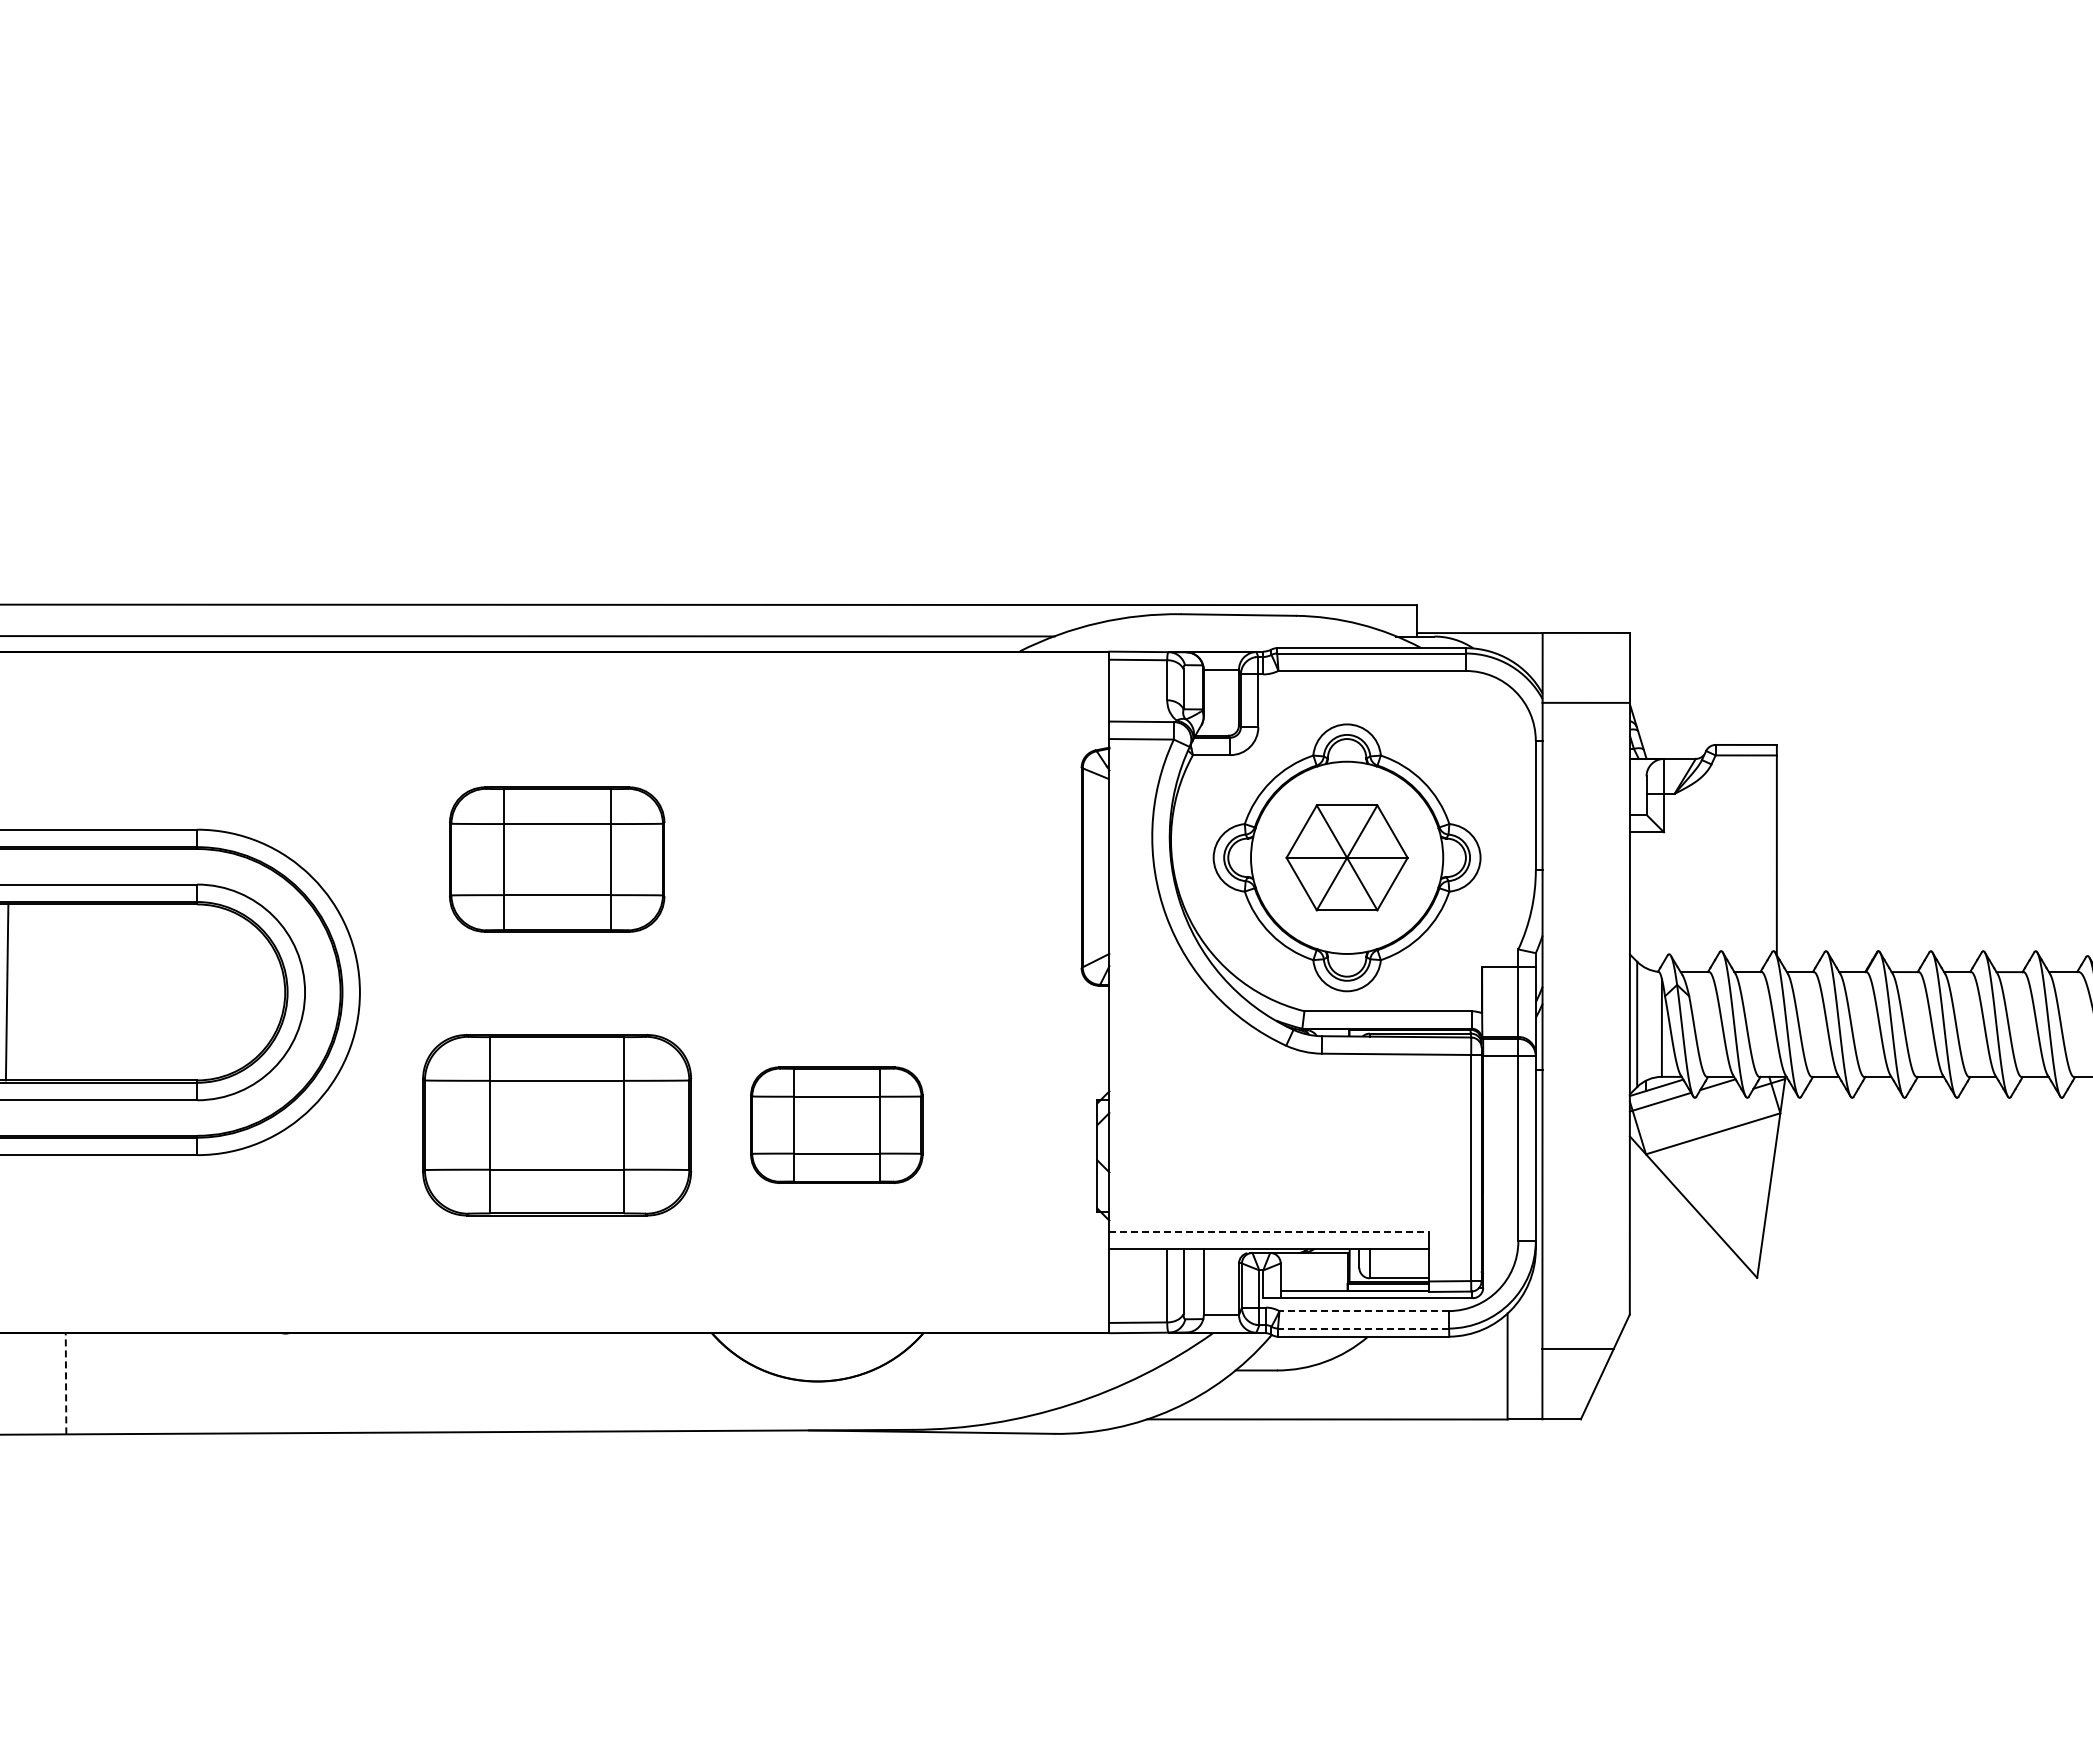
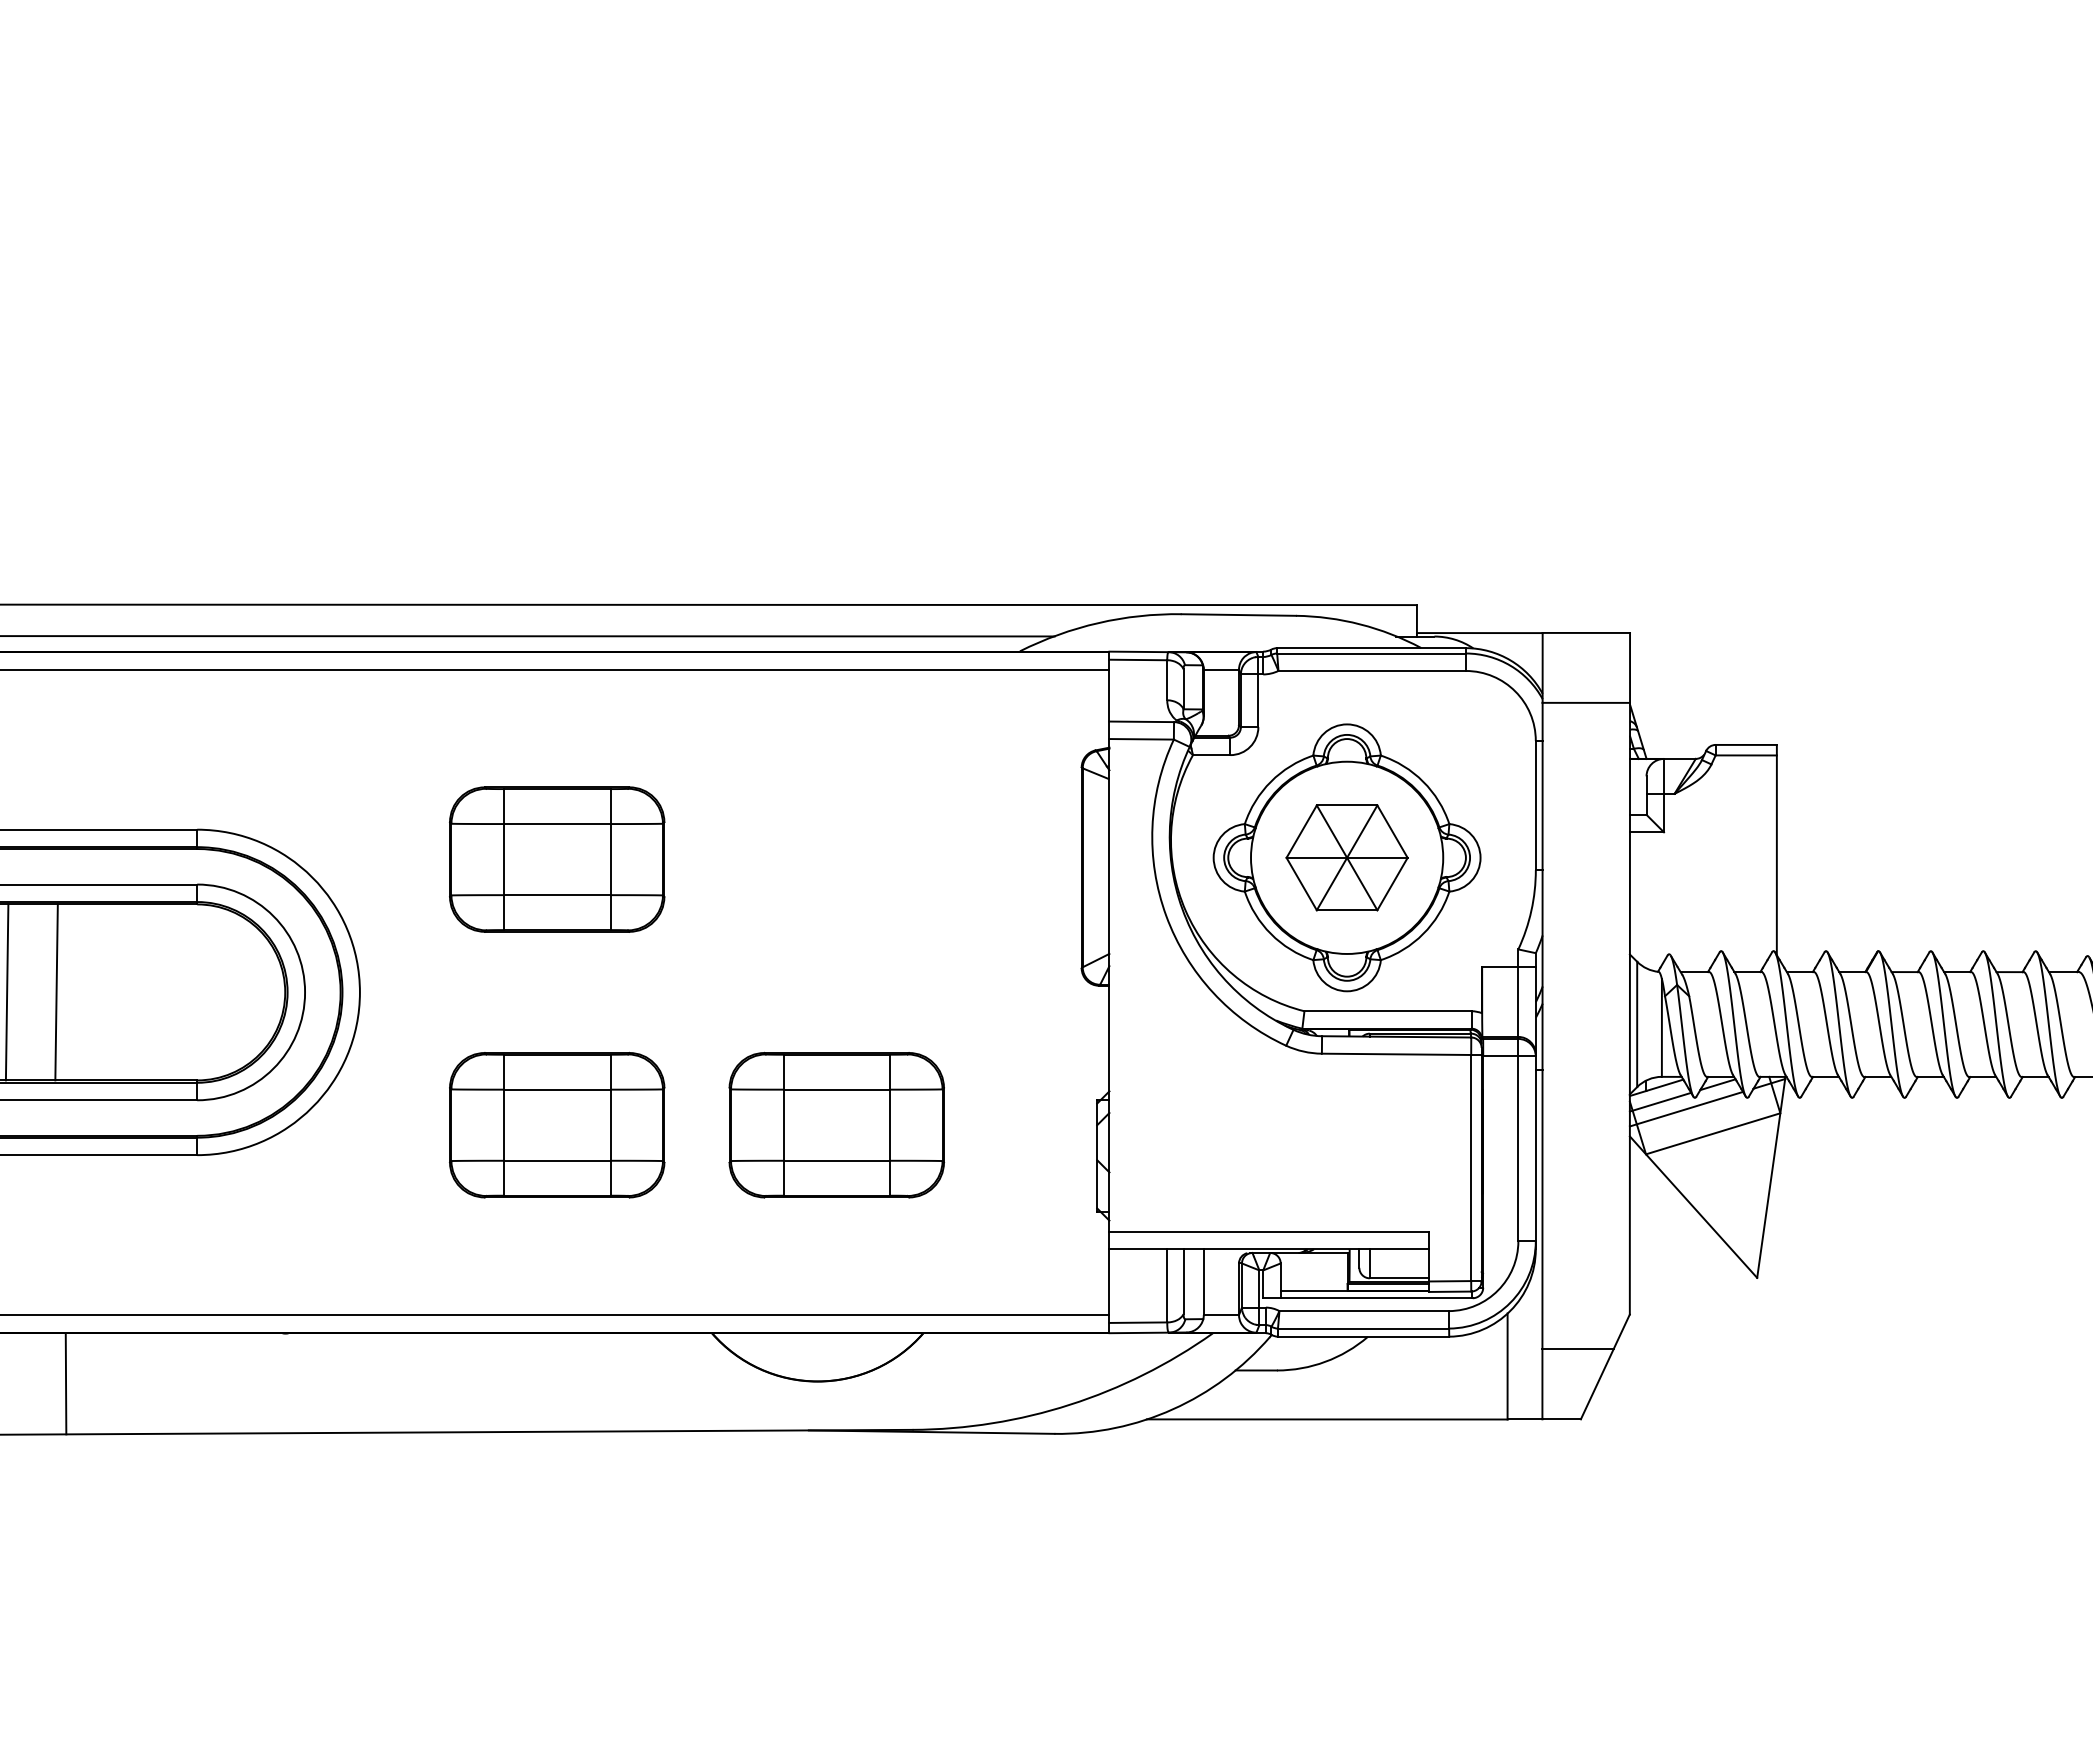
line at (555, 669): none -> present
line at (56, 992): none -> present
line at (1686, 1108): none -> present
part at (557, 1124) size: 271x184 px -> 217x148 px
part at (836, 1124) size: 174x118 px -> 218x148 px
line at (1269, 1231): dashed -> solid
line at (1364, 1311): dashed -> solid
line at (555, 1315): none -> present
line at (1363, 1328): dashed -> solid
line at (66, 1383): dashed -> solid
